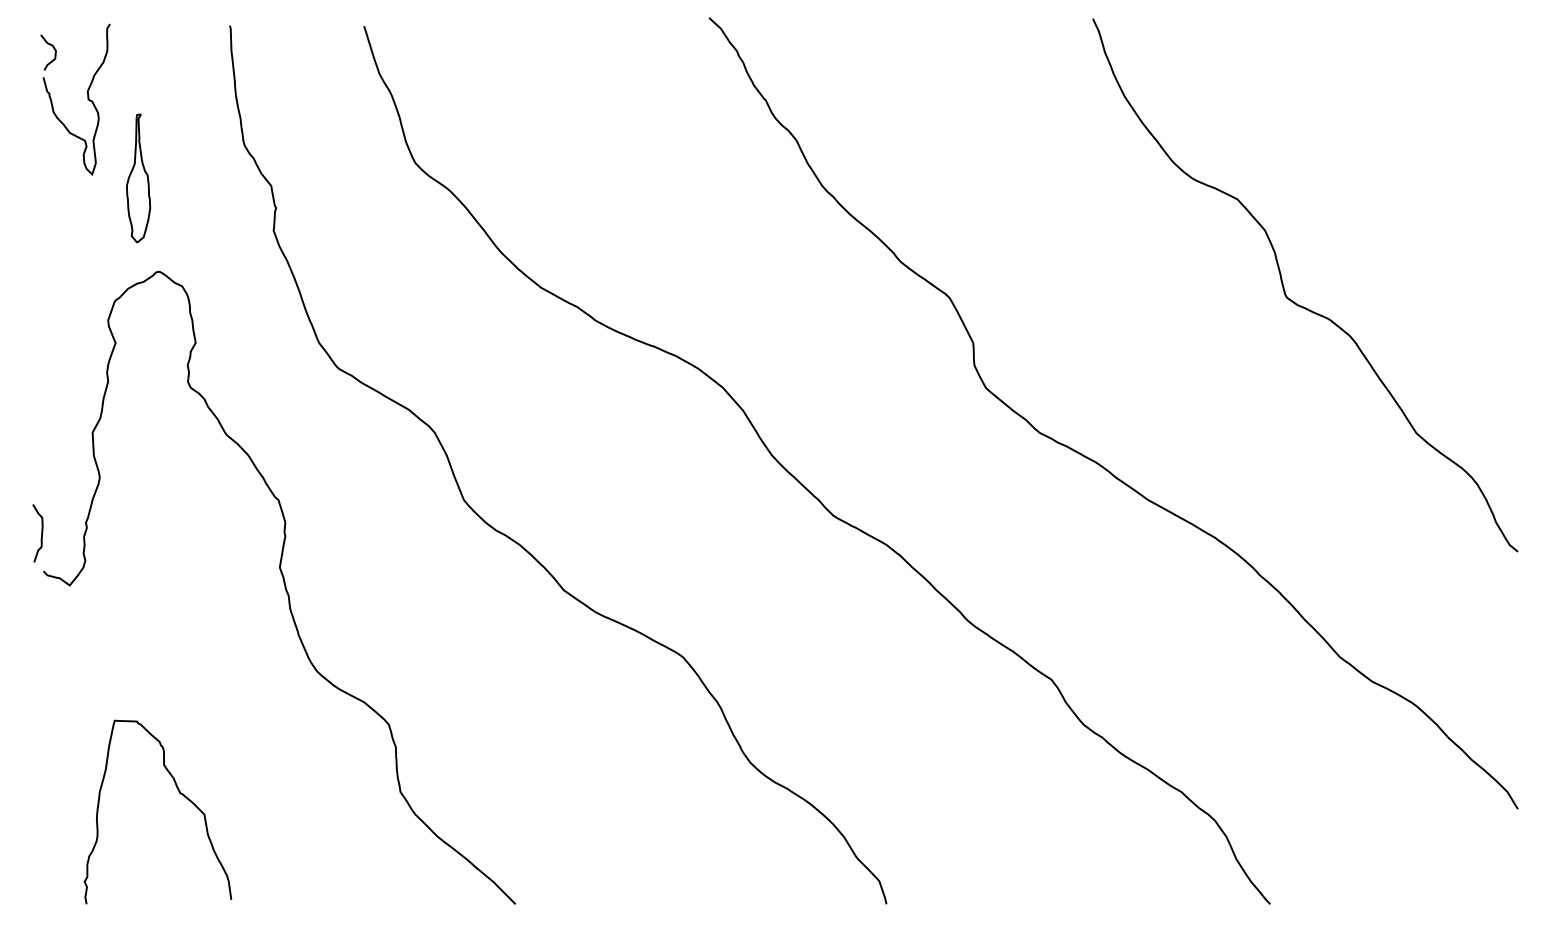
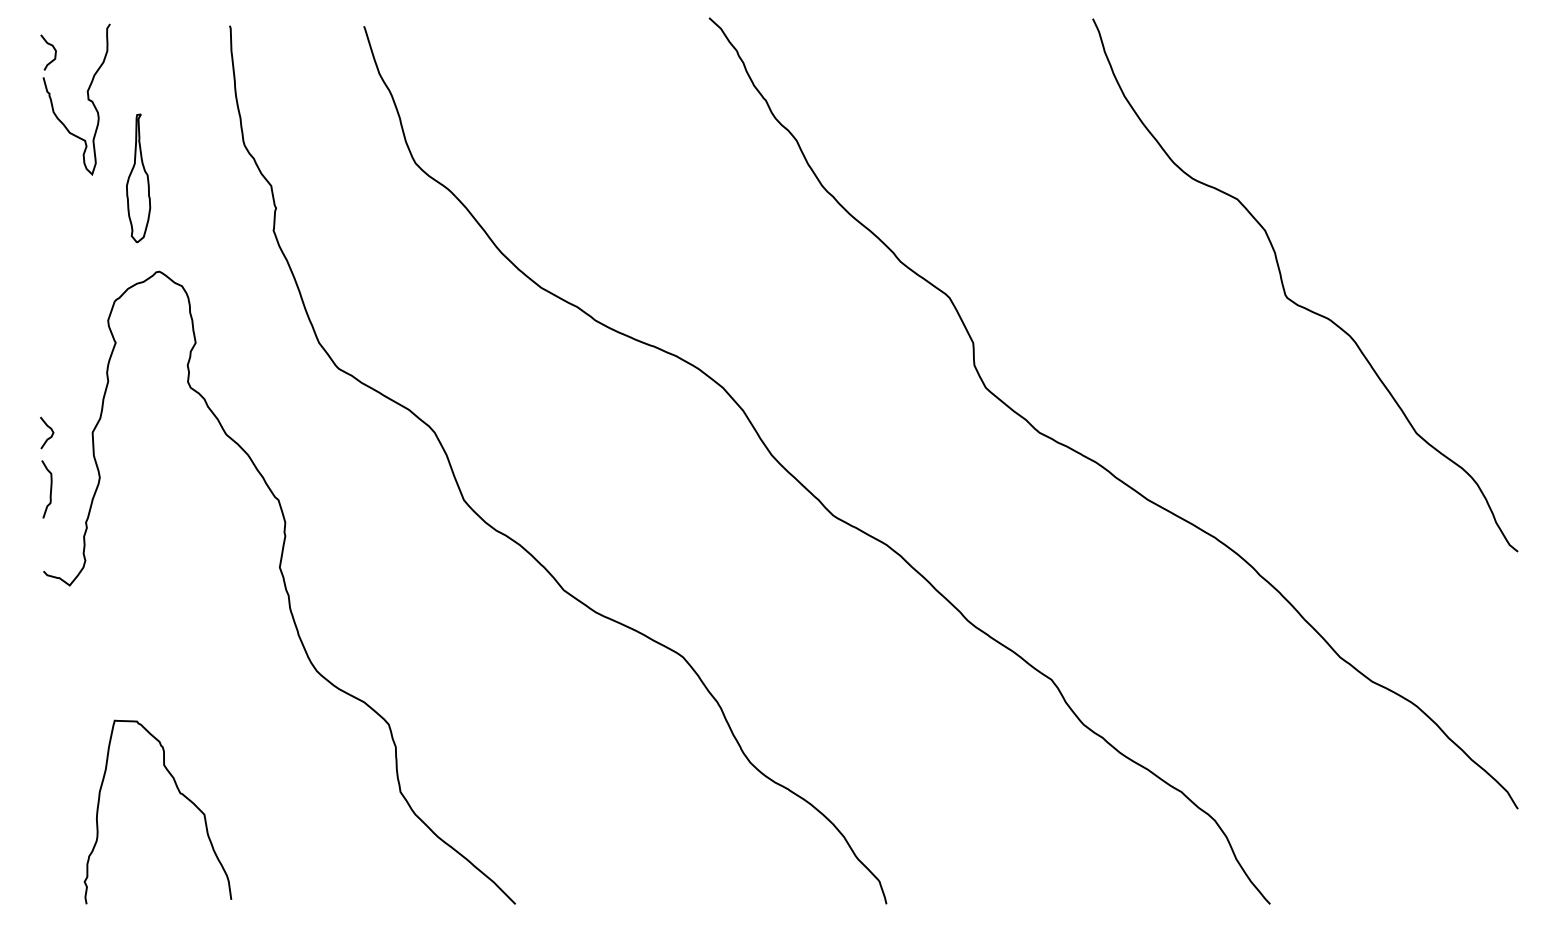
curve at (51, 431): none -> present
curve at (41, 533) position: (41, 533) -> (50, 489)
